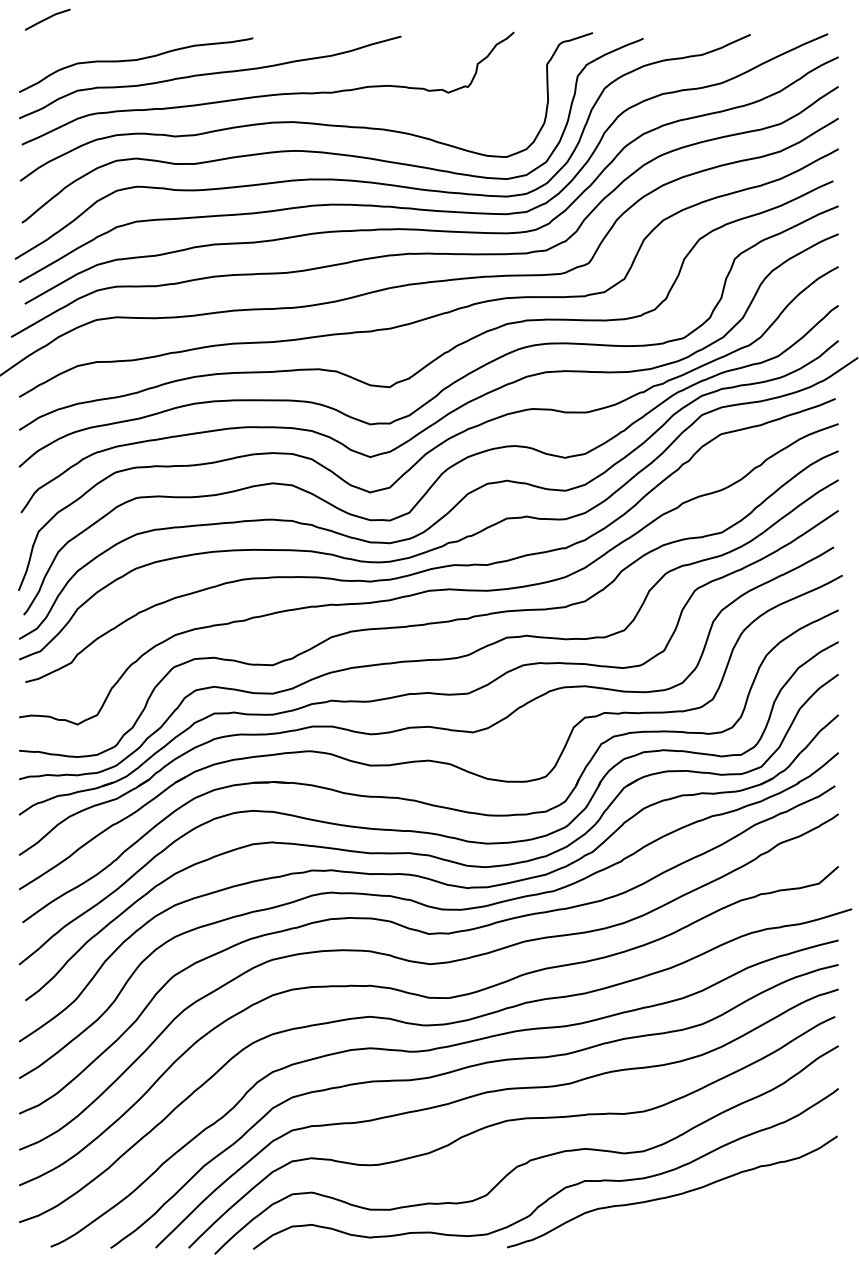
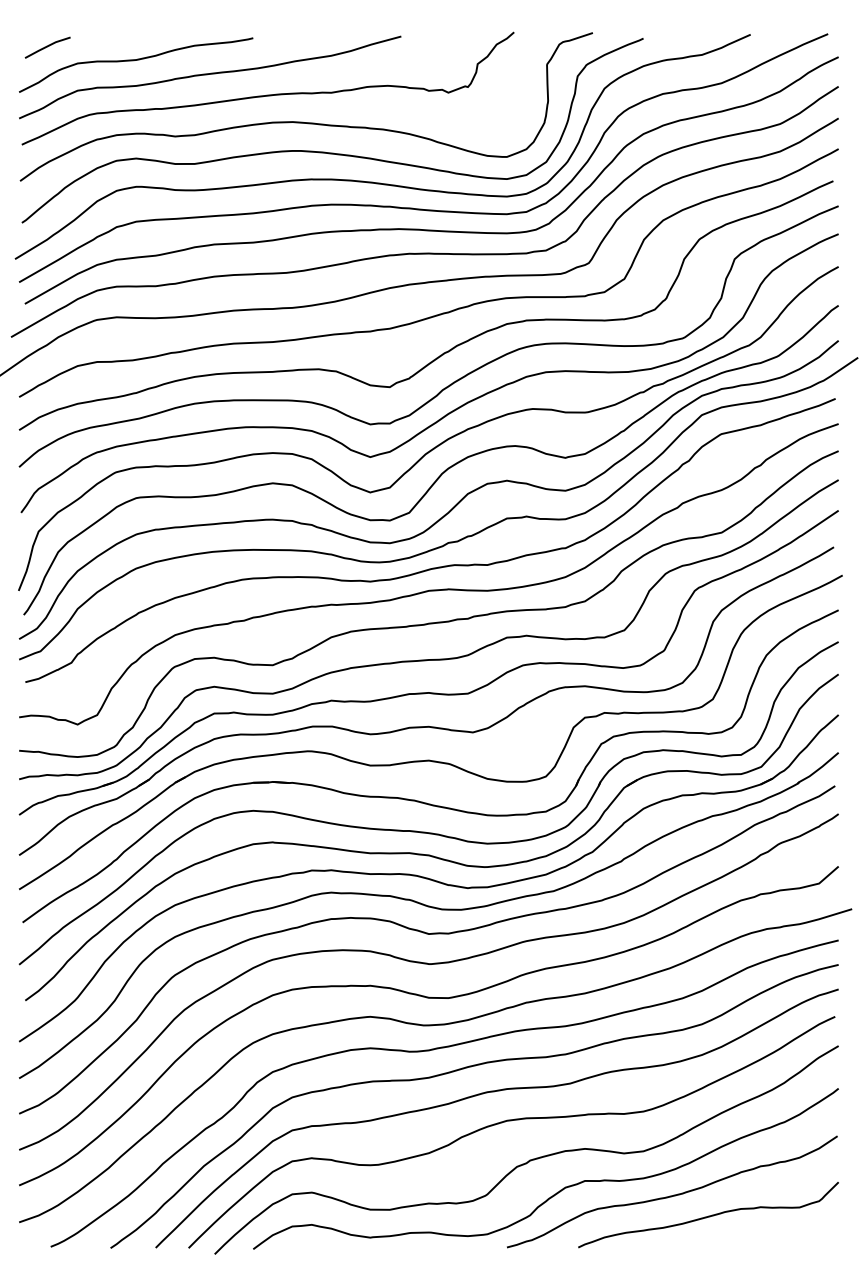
line at (47, 19) position: (47, 19) -> (47, 47)
curve at (708, 1215): none -> present
